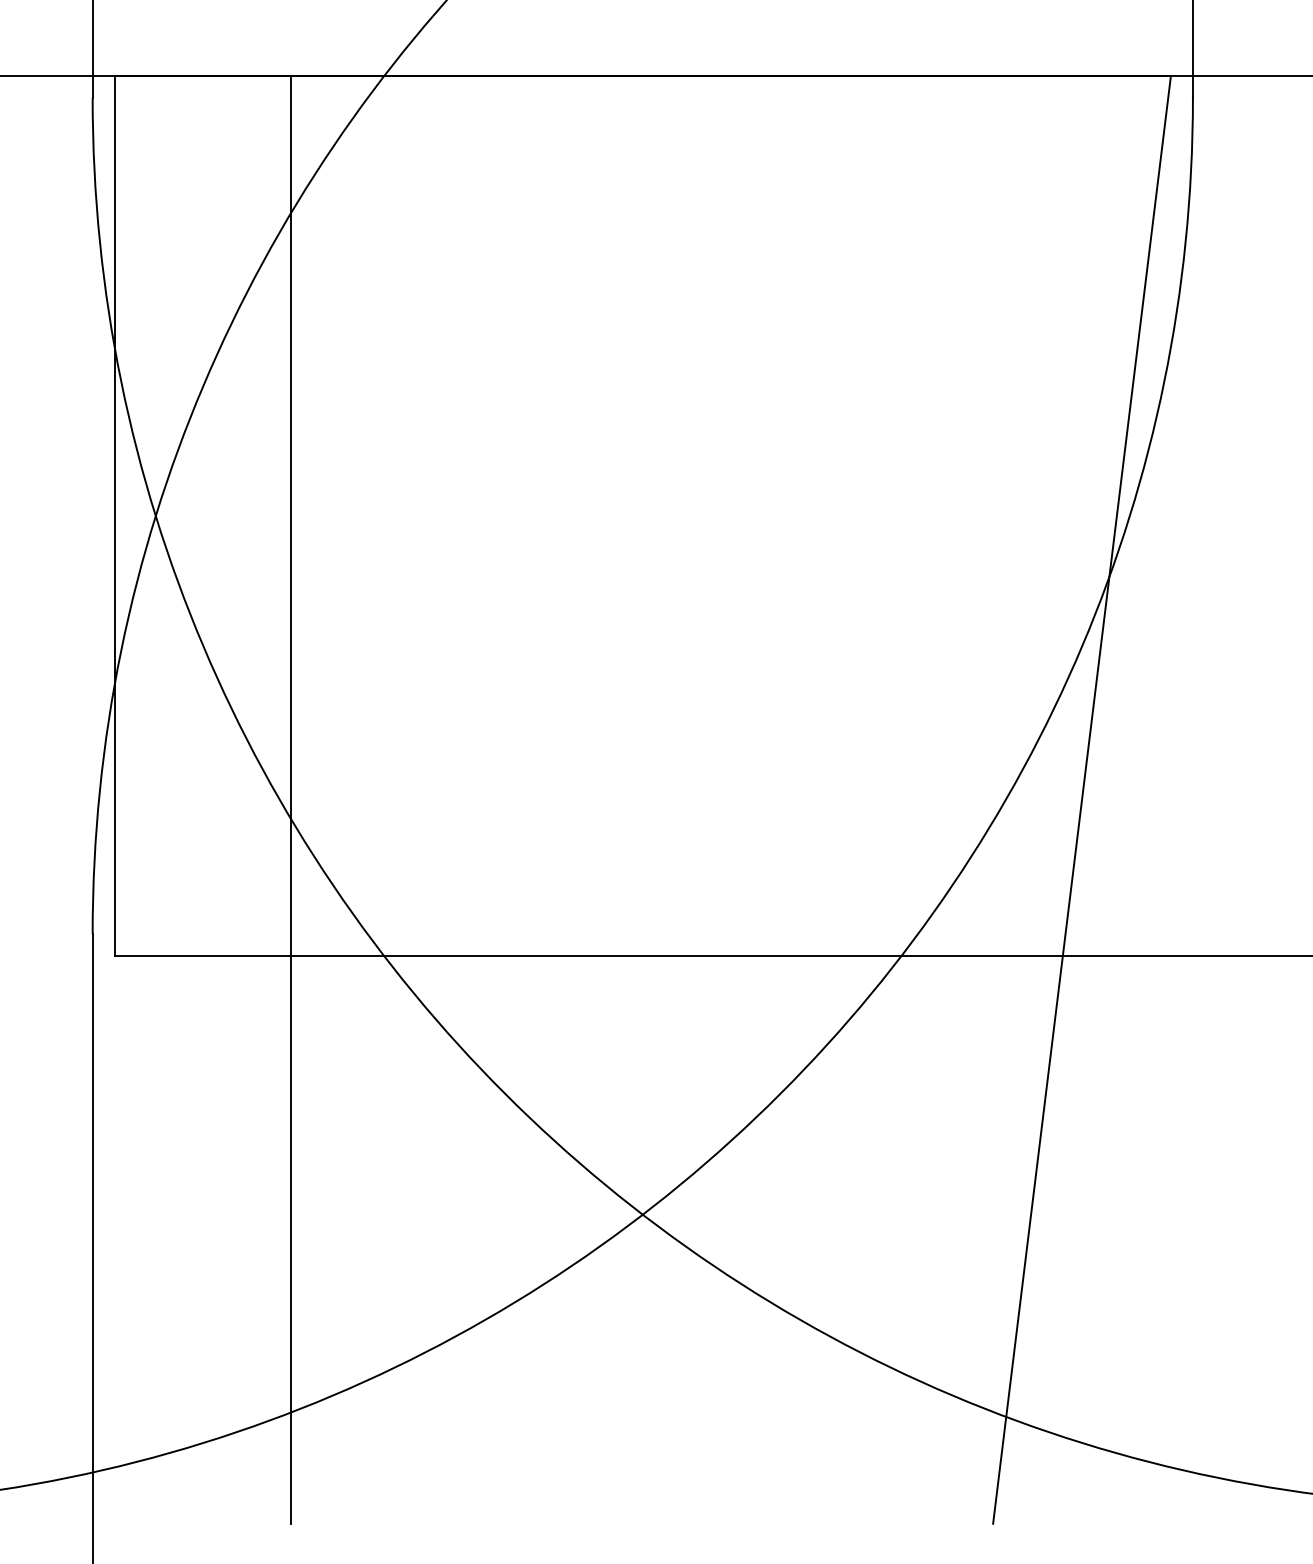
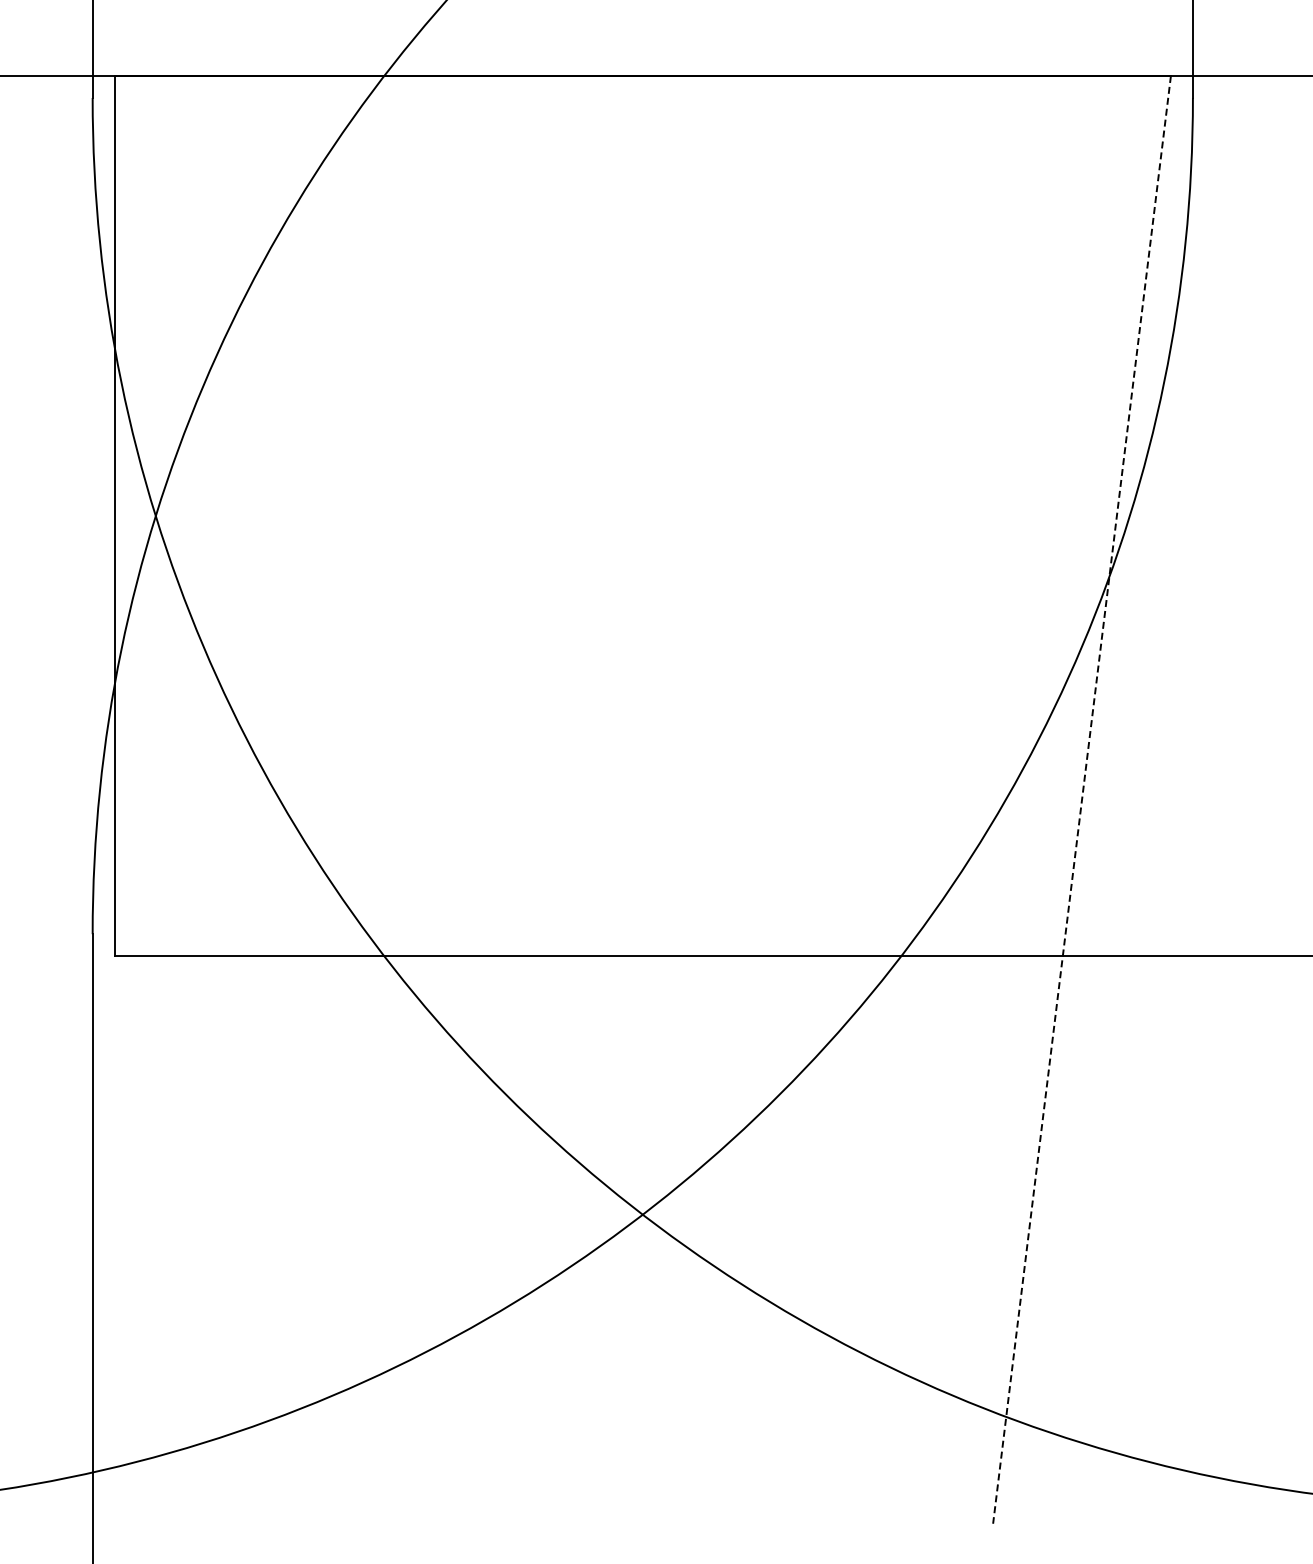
line at (290, 799): present -> none
line at (1081, 800): solid -> dashed
